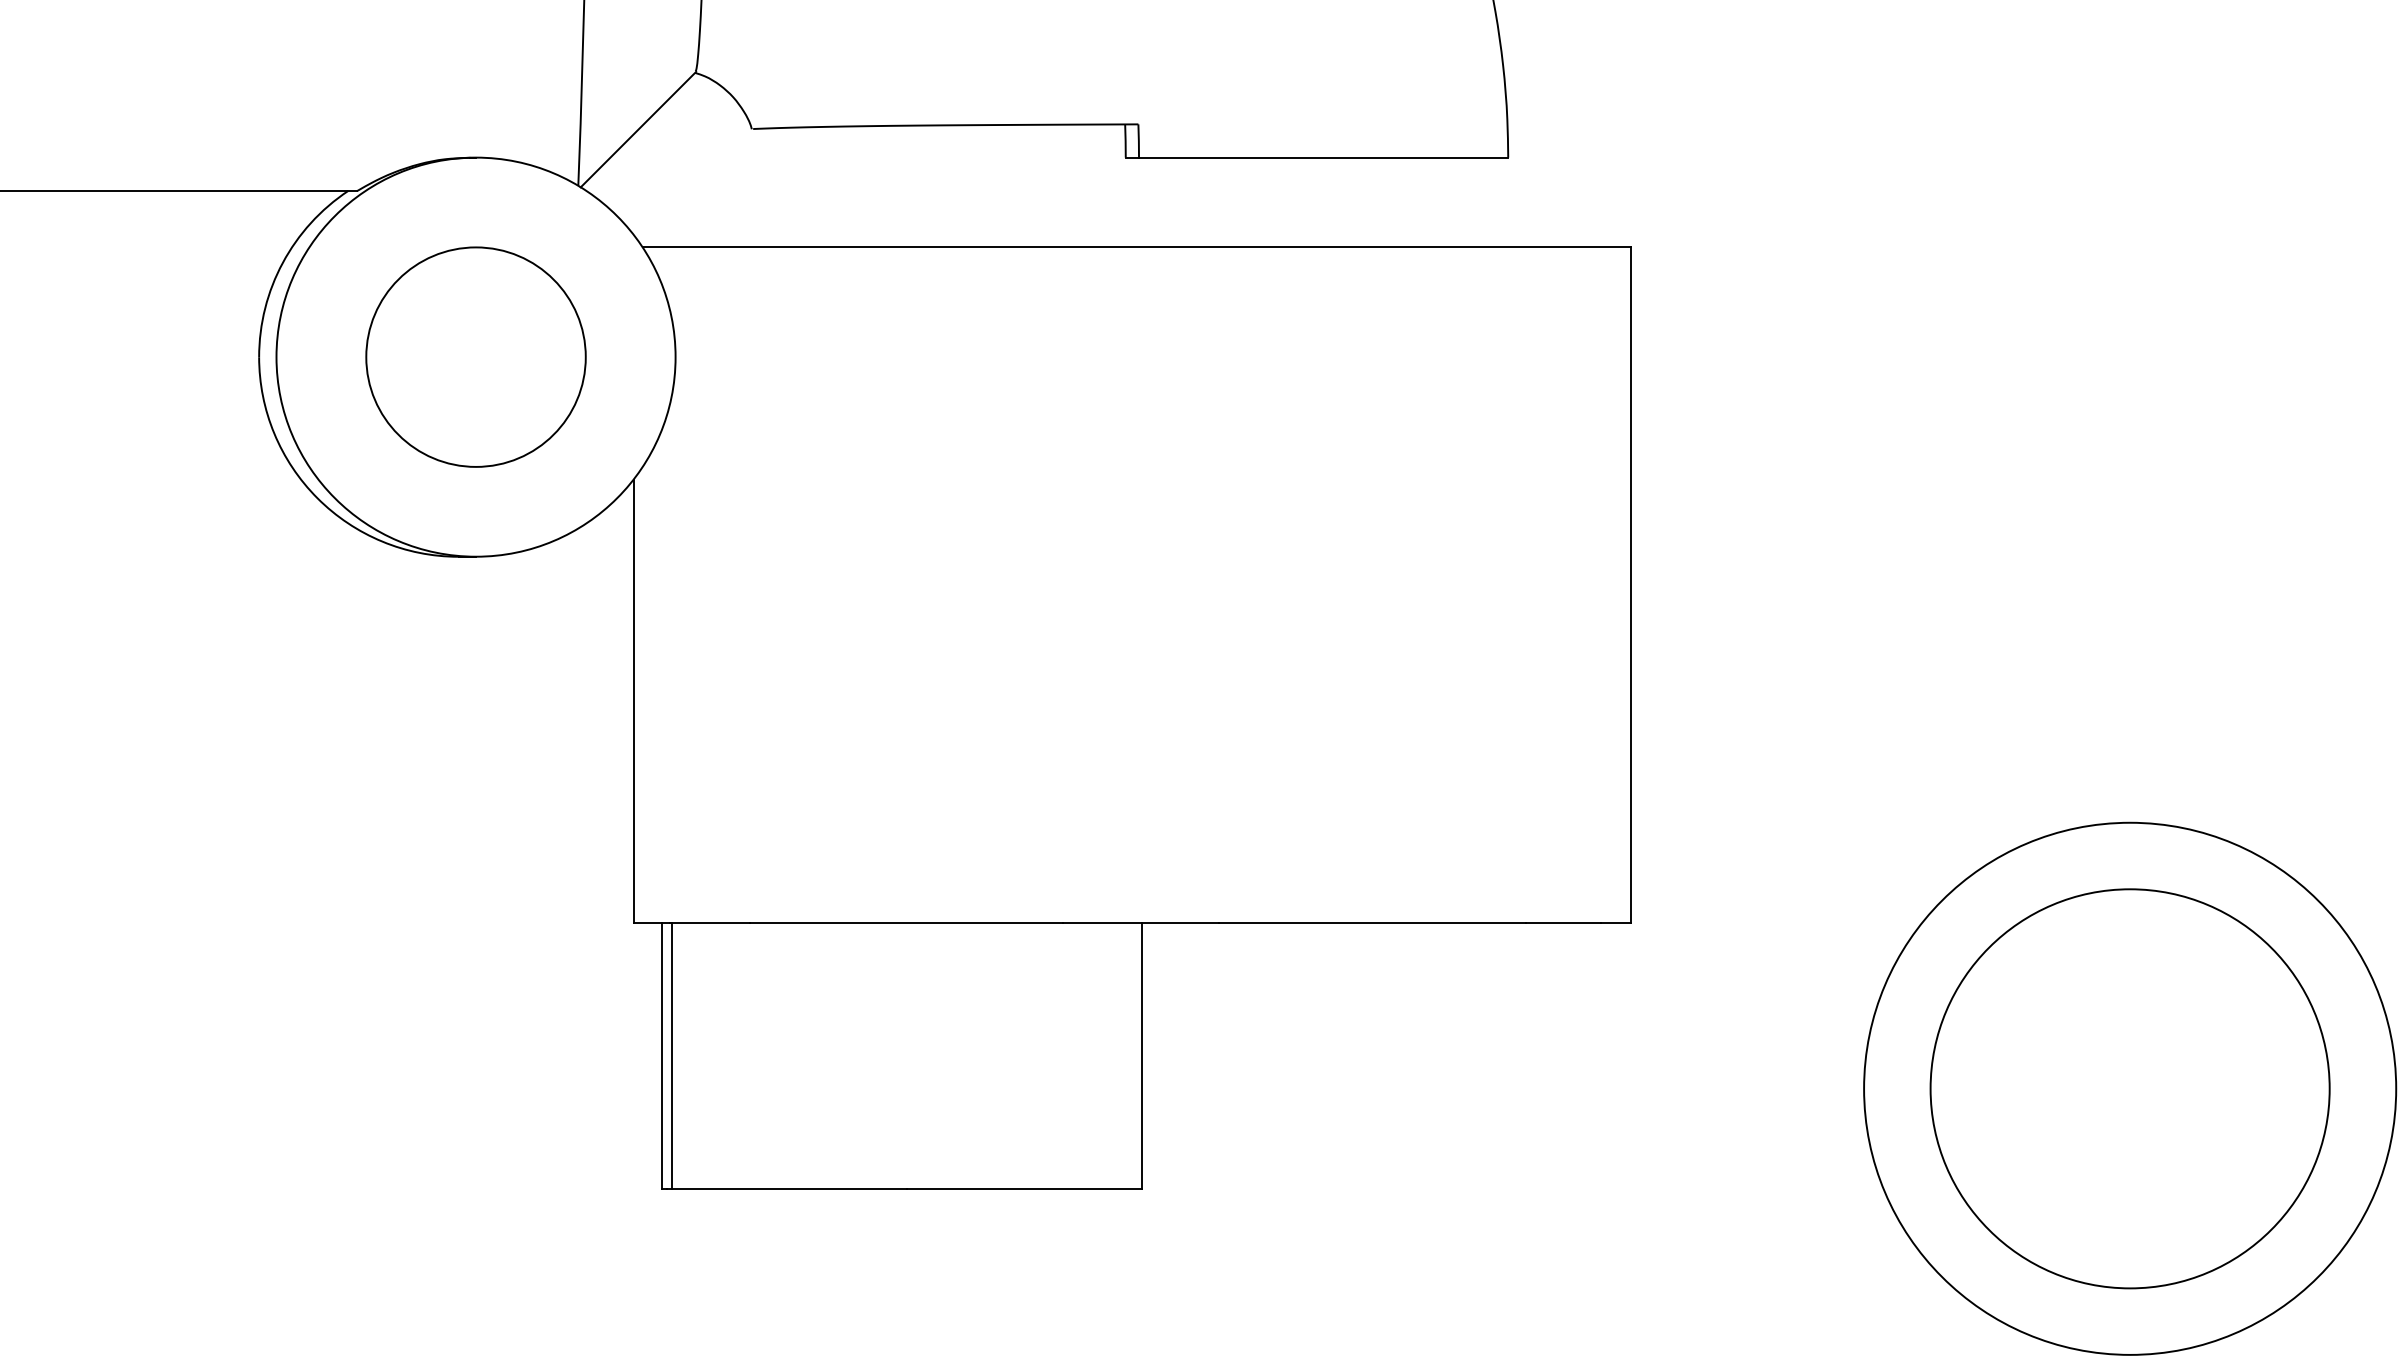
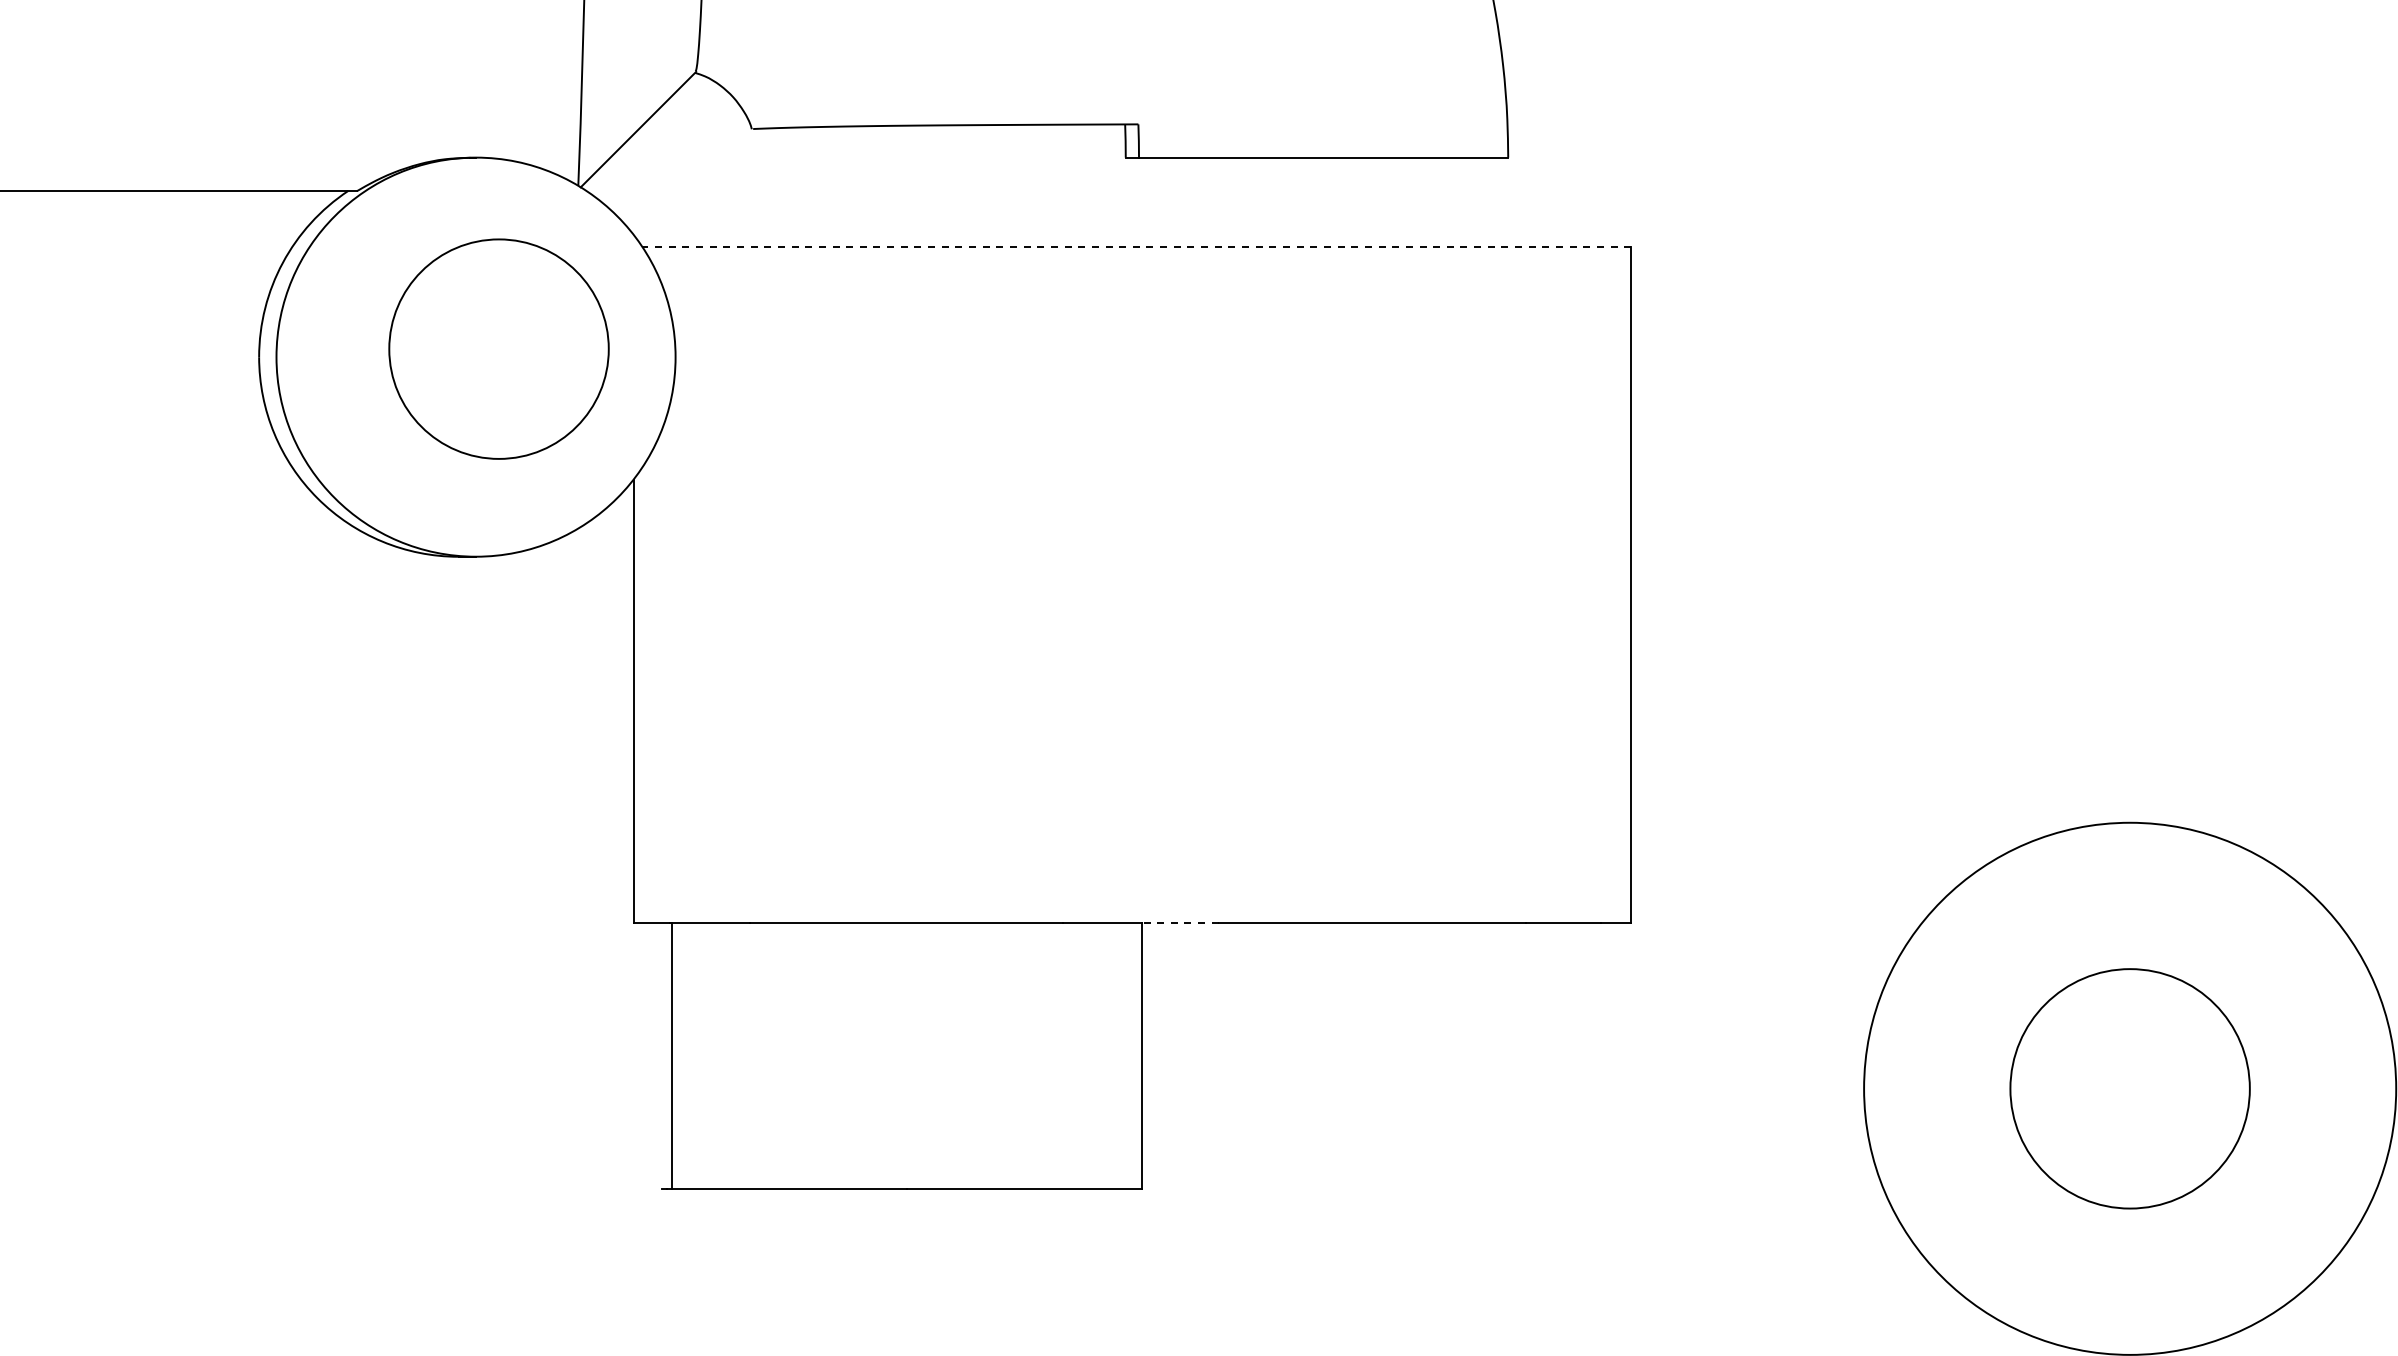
line at (1136, 247): solid -> dashed
circle at (475, 356) position: (475, 356) -> (498, 348)
line at (1179, 922): solid -> dashed
line at (662, 1055): present -> none
circle at (2129, 1088) diameter: 399 px -> 239 px
